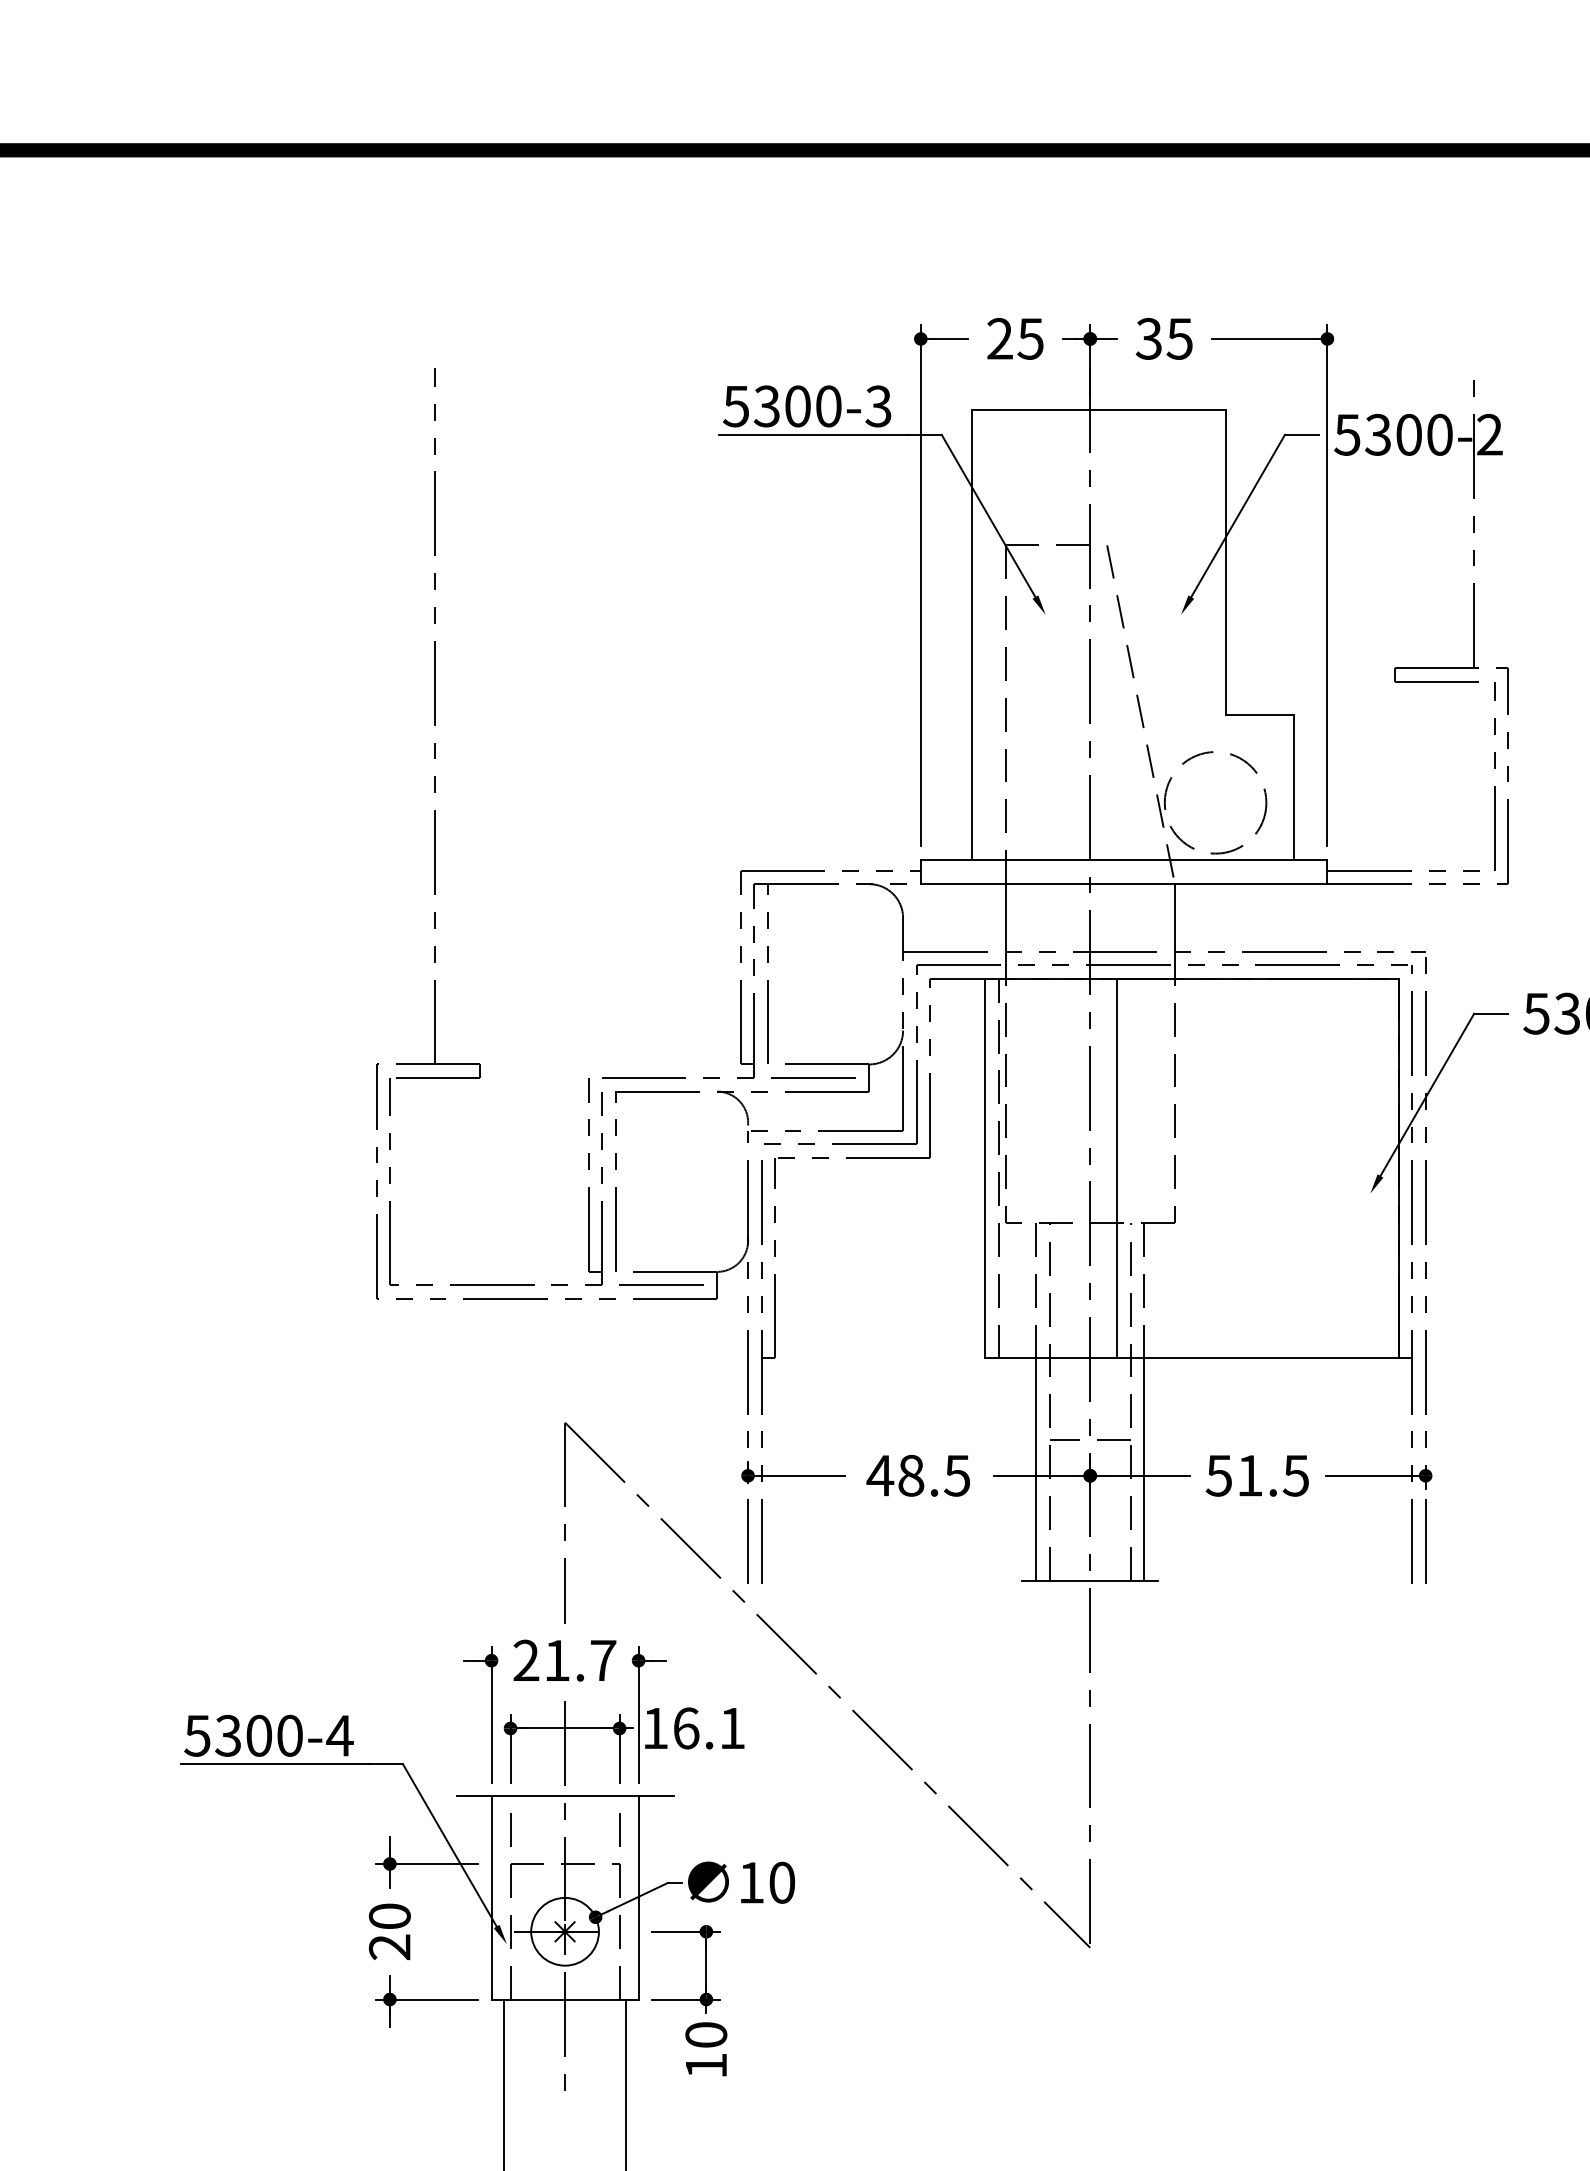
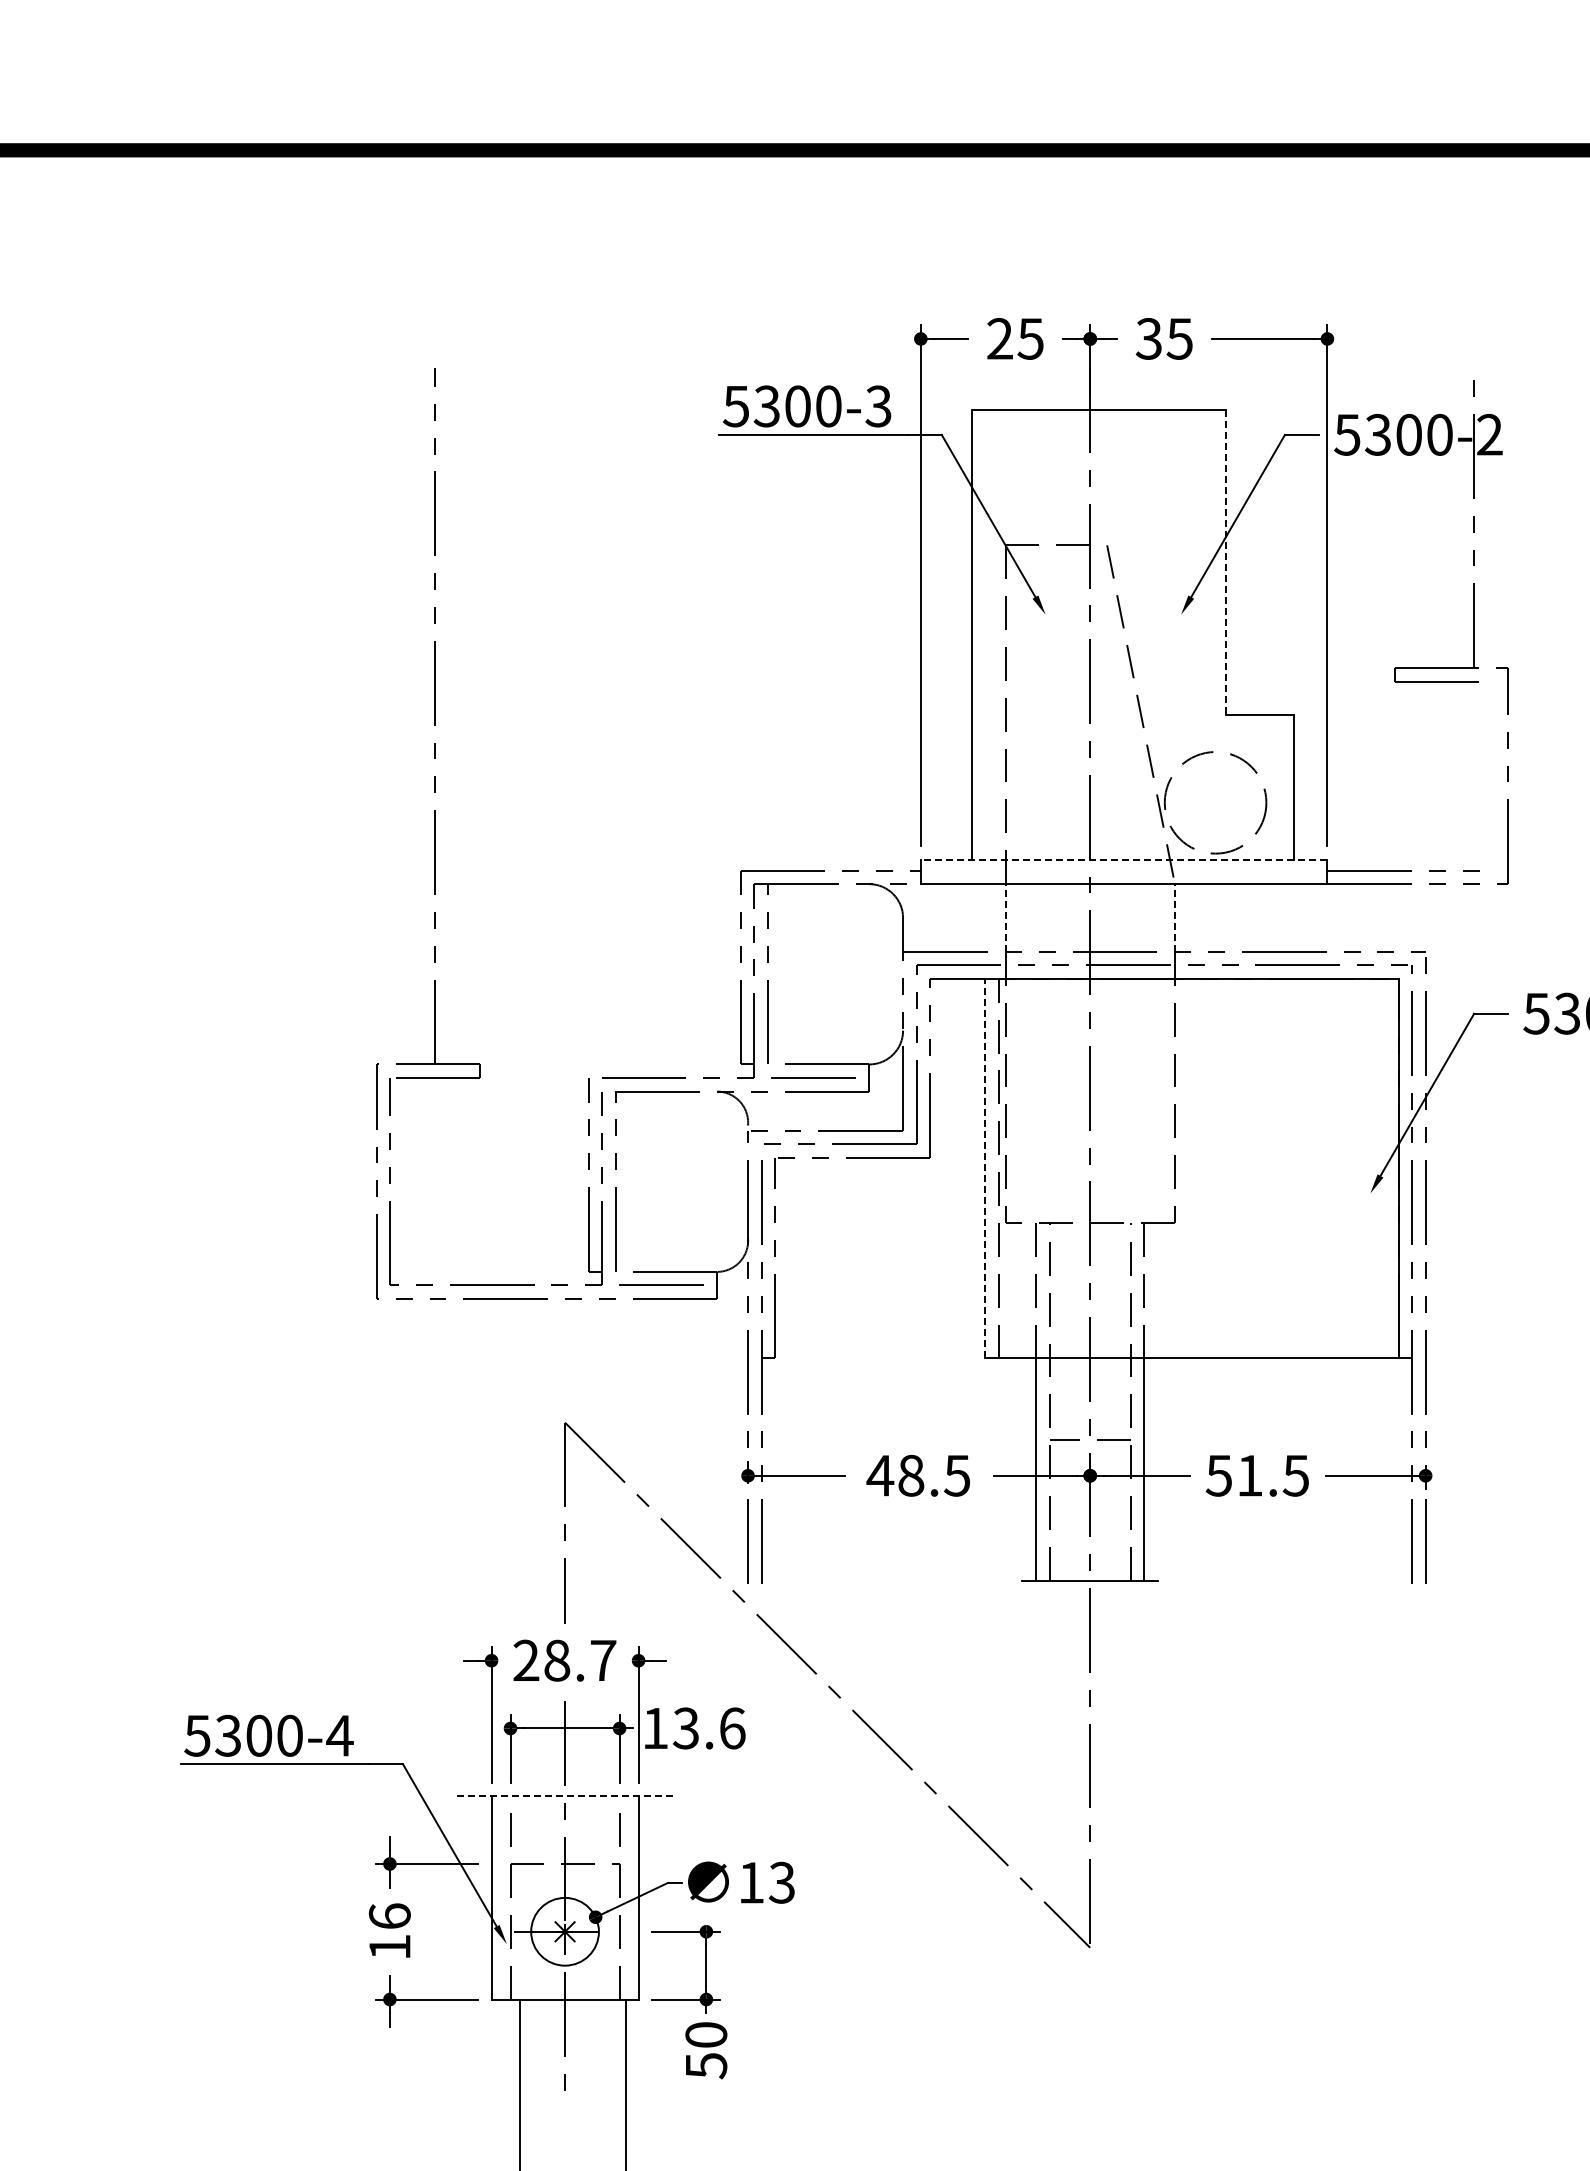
line at (1225, 562): solid -> dashed
line at (1494, 768): present -> none
line at (1123, 859): solid -> dashed
line at (1005, 918): solid -> dashed
line at (1174, 918): solid -> dashed
line at (985, 1168): solid -> dashed
line at (1117, 1168): present -> none
text at (557, 1660): 21.7 -> 28.7
text at (709, 1728): 16.1 -> 13.6
line at (565, 1796): solid -> dashed
text at (781, 1882): 10 -> 13
text at (389, 1931): 20 -> 16
text at (706, 2066): 10 -> 50
line at (504, 2083) position: (504, 2083) -> (520, 2083)
